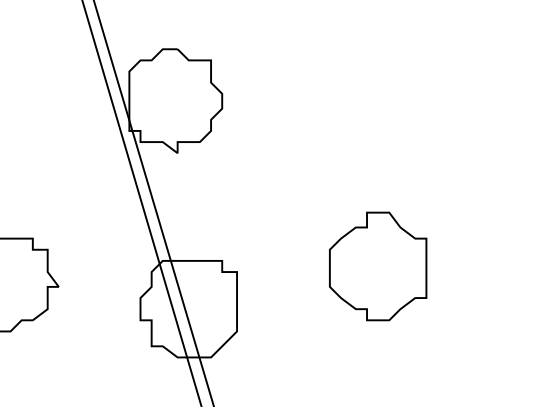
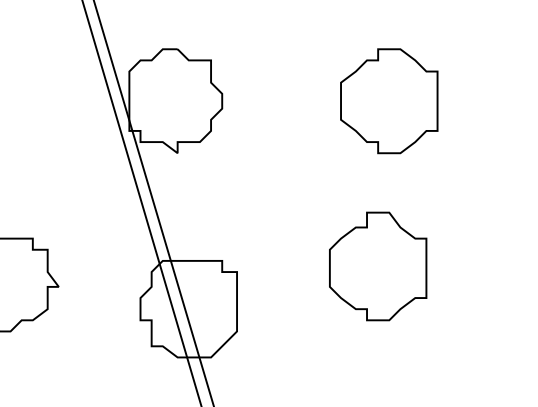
part at (389, 101): none -> present
